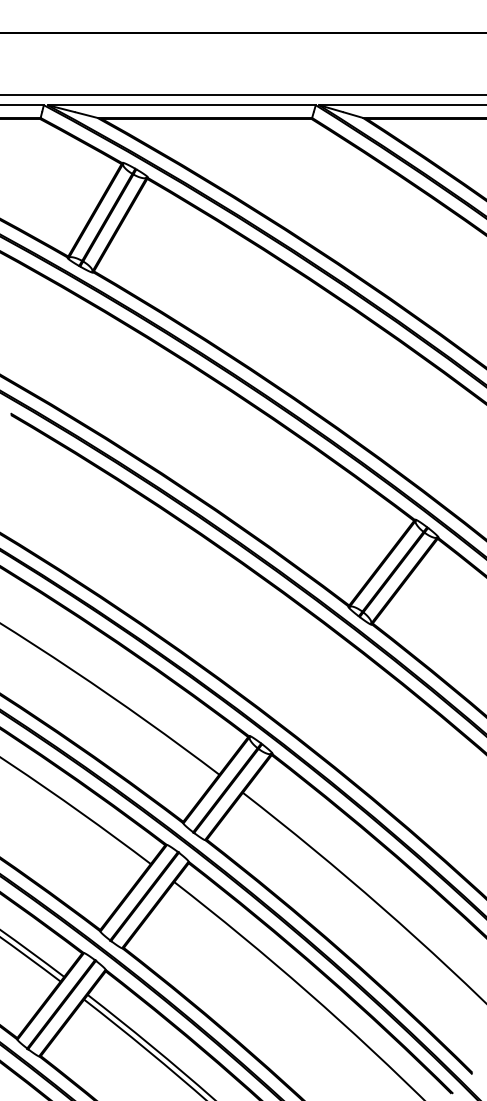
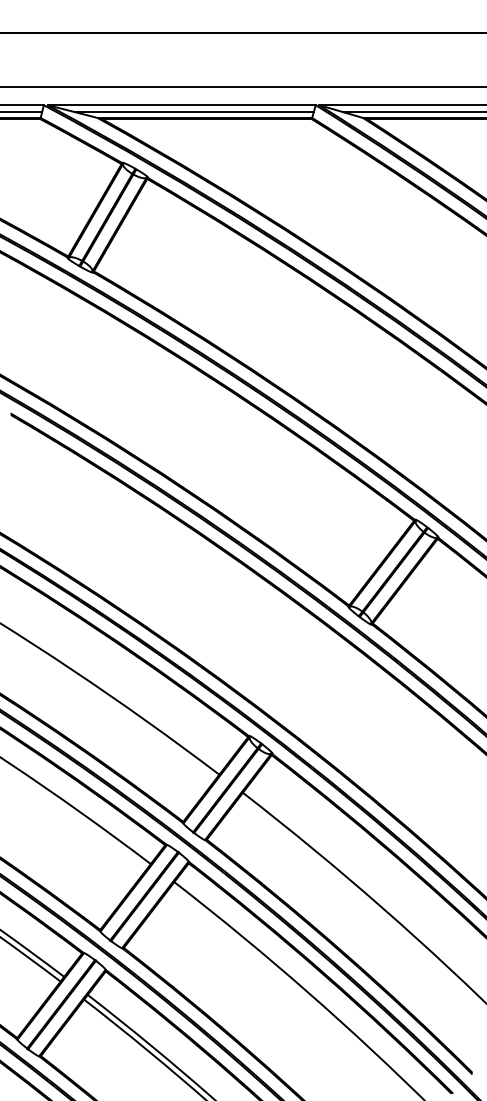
line at (242, 94) position: (242, 94) -> (242, 86)
line at (22, 112): none -> present
line at (194, 112): none -> present
line at (413, 112): none -> present
